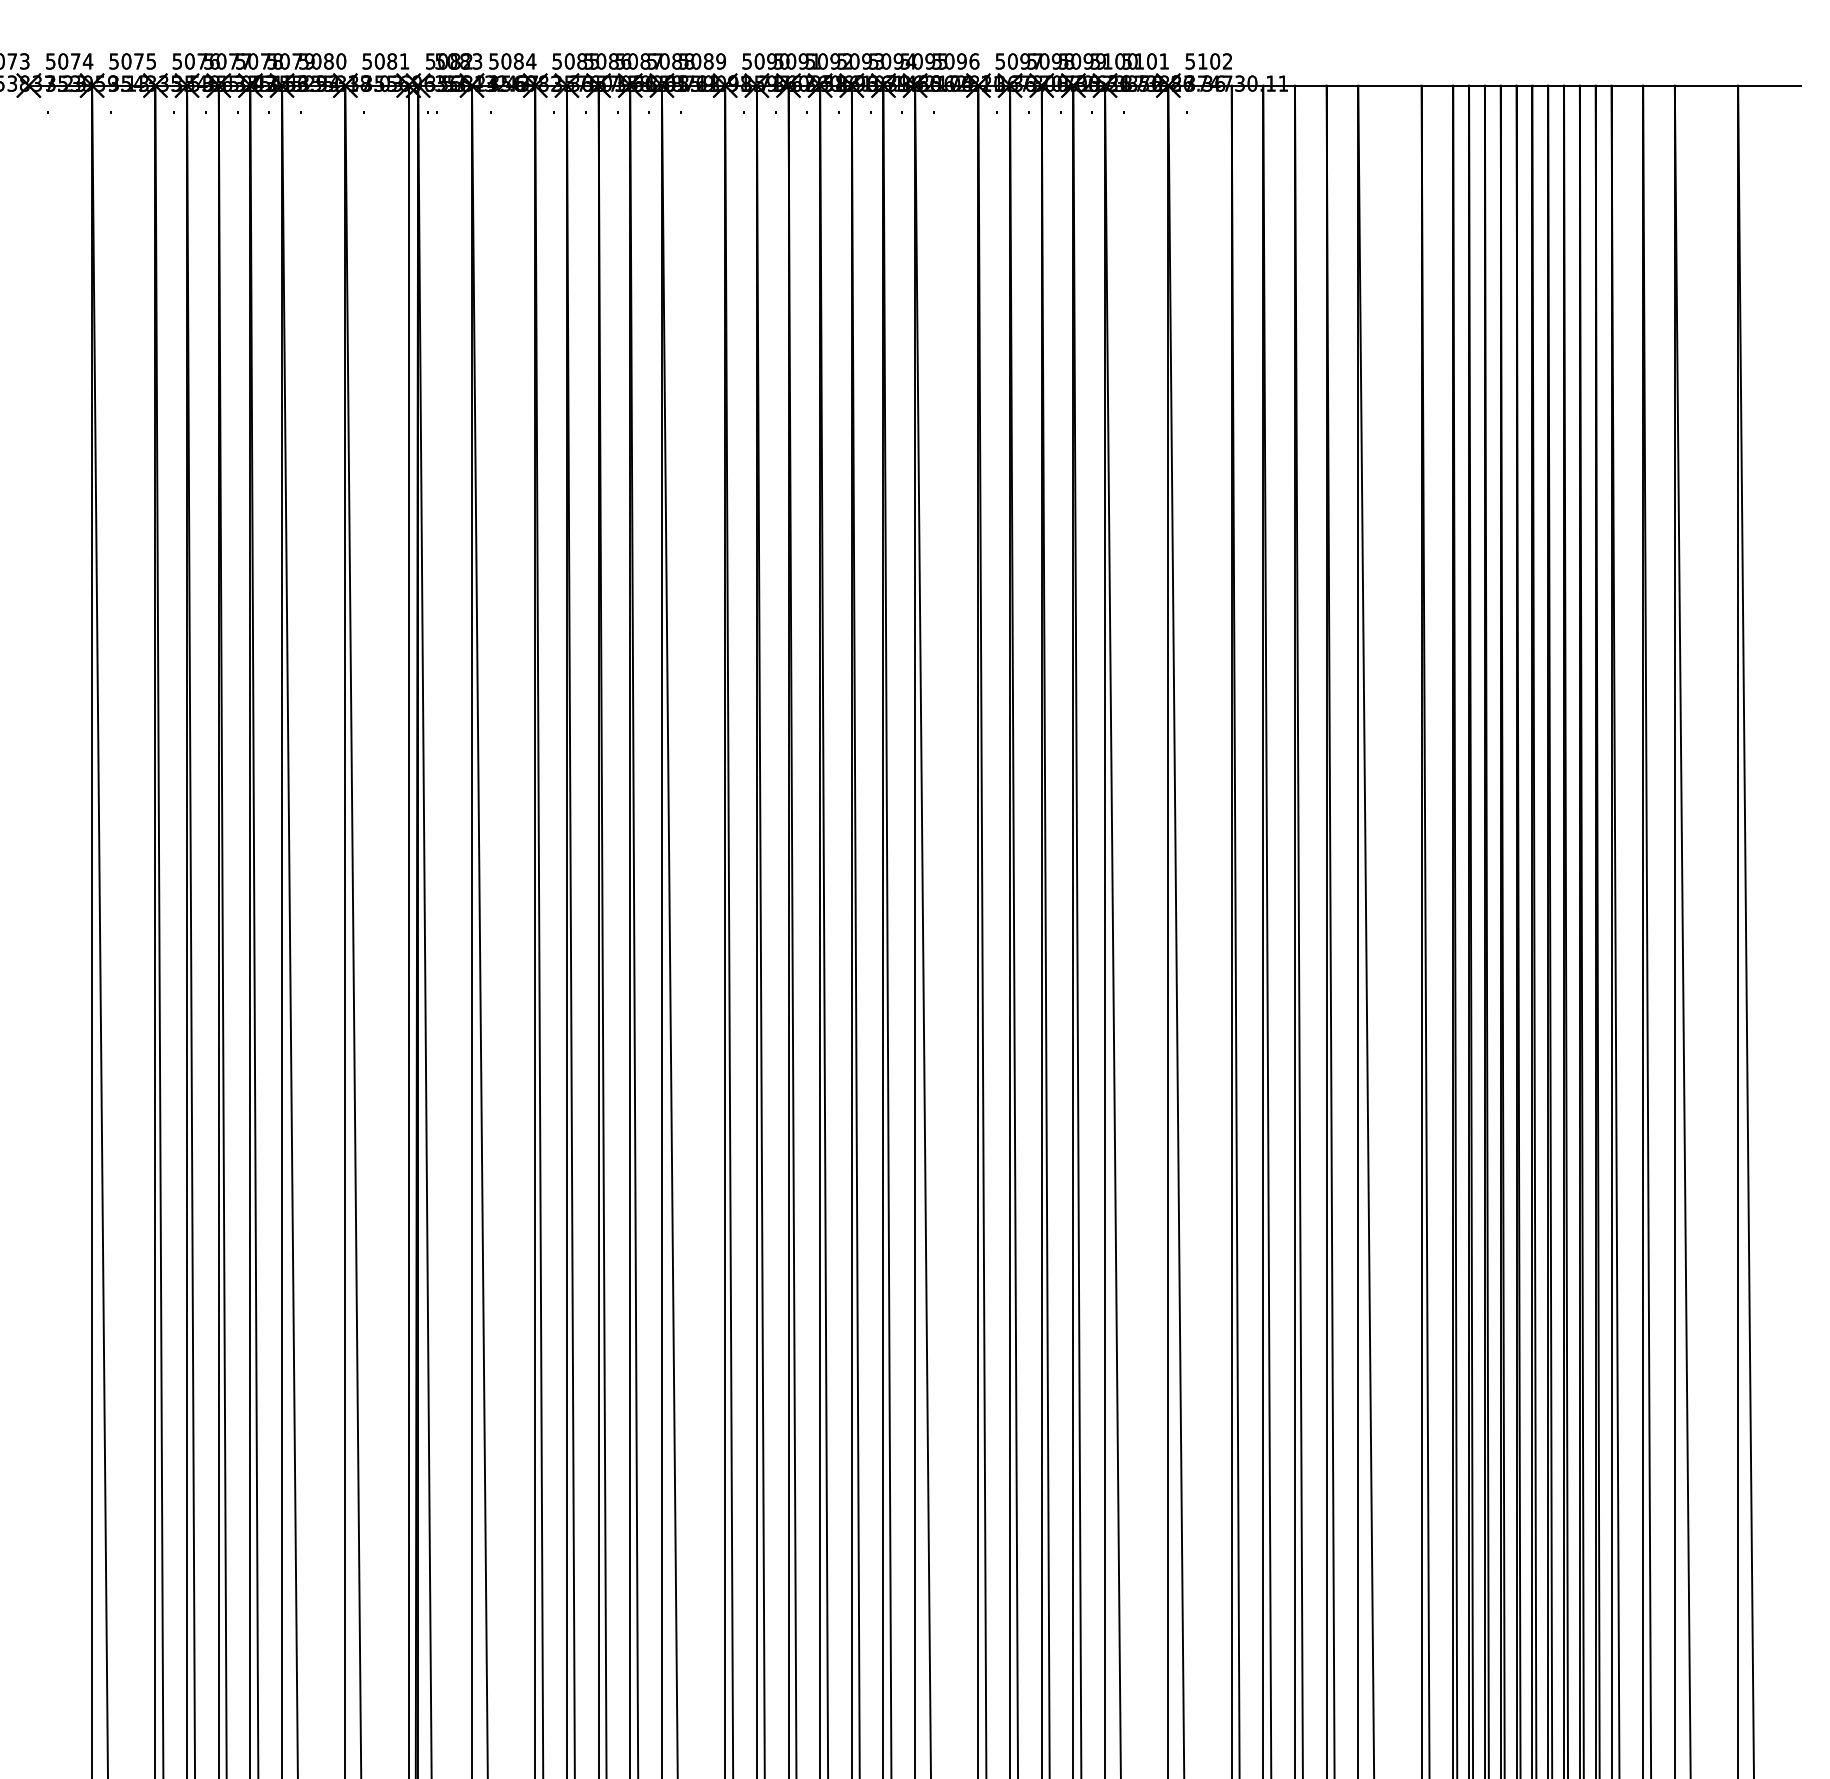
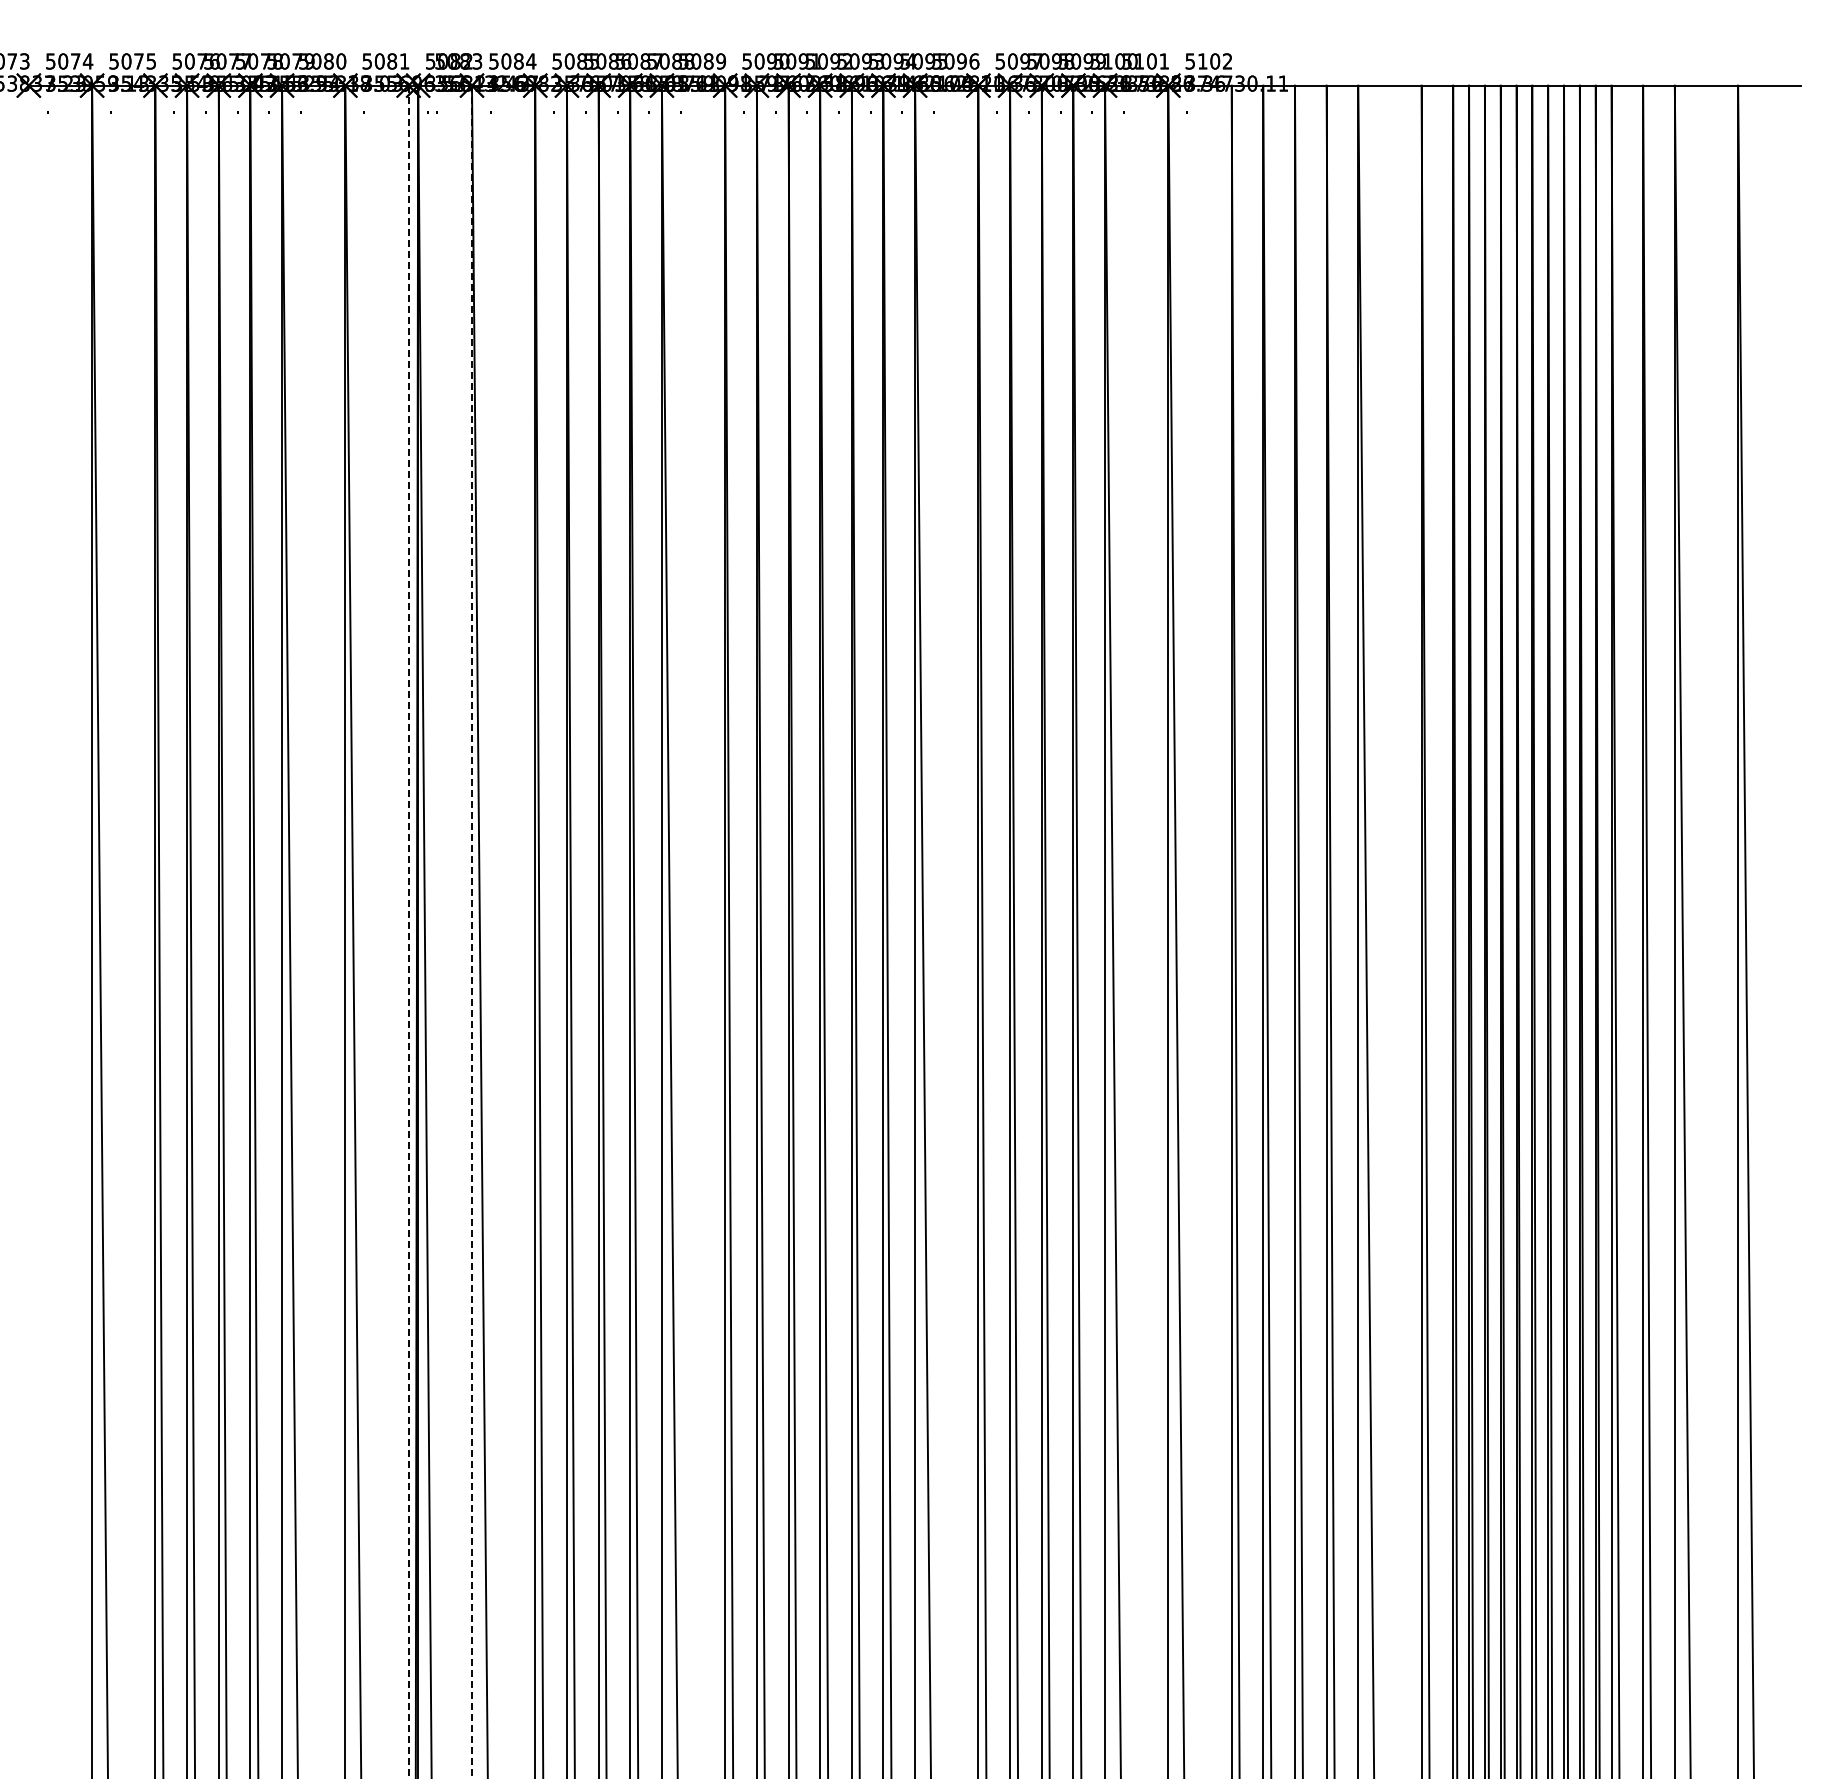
line at (408, 932): solid -> dashed
line at (471, 932): solid -> dashed
